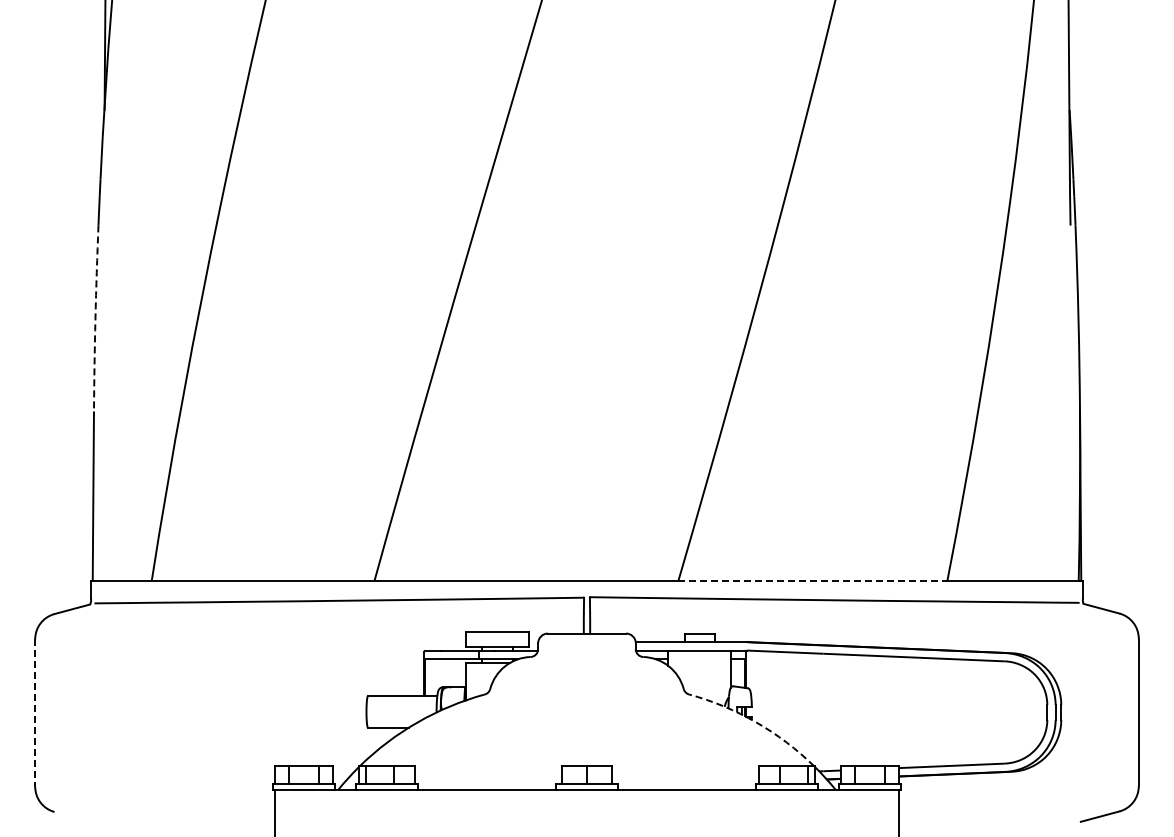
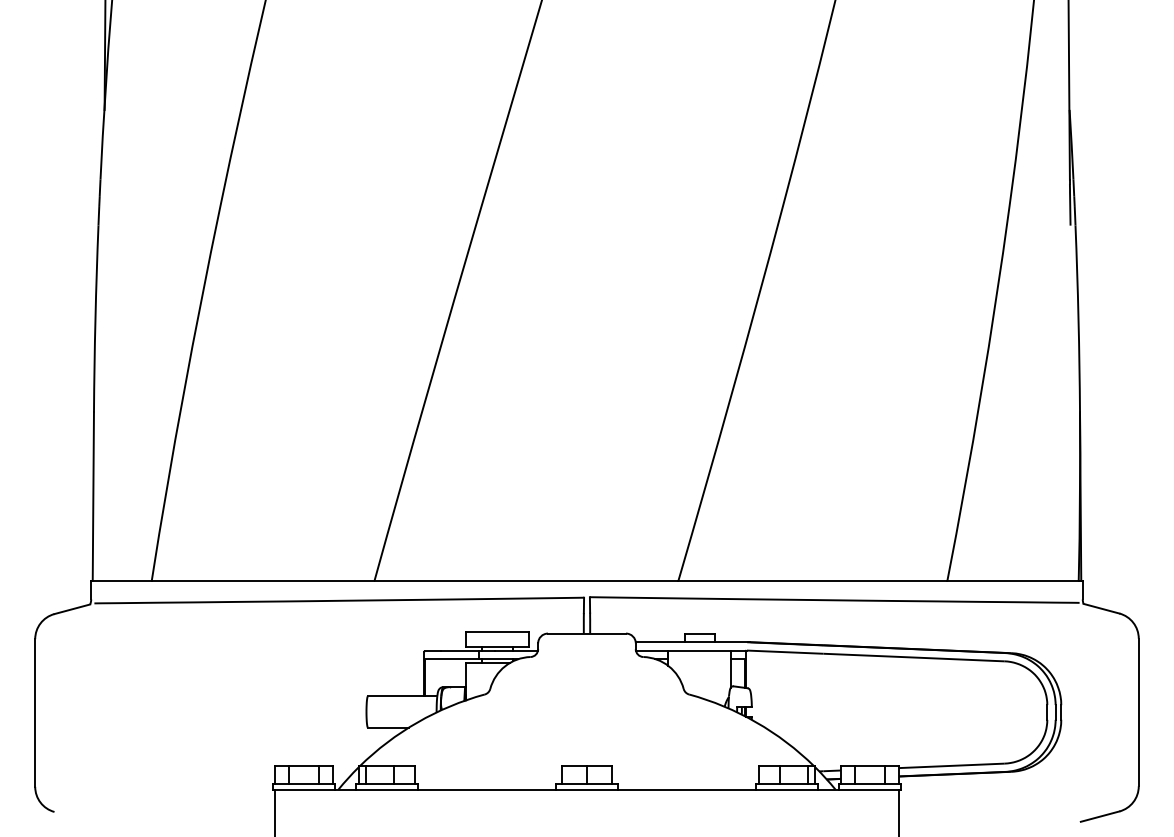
arc at (95, 318): dashed -> solid
line at (813, 580): dashed -> solid
line at (35, 713): dashed -> solid
arc at (756, 722): dashed -> solid
